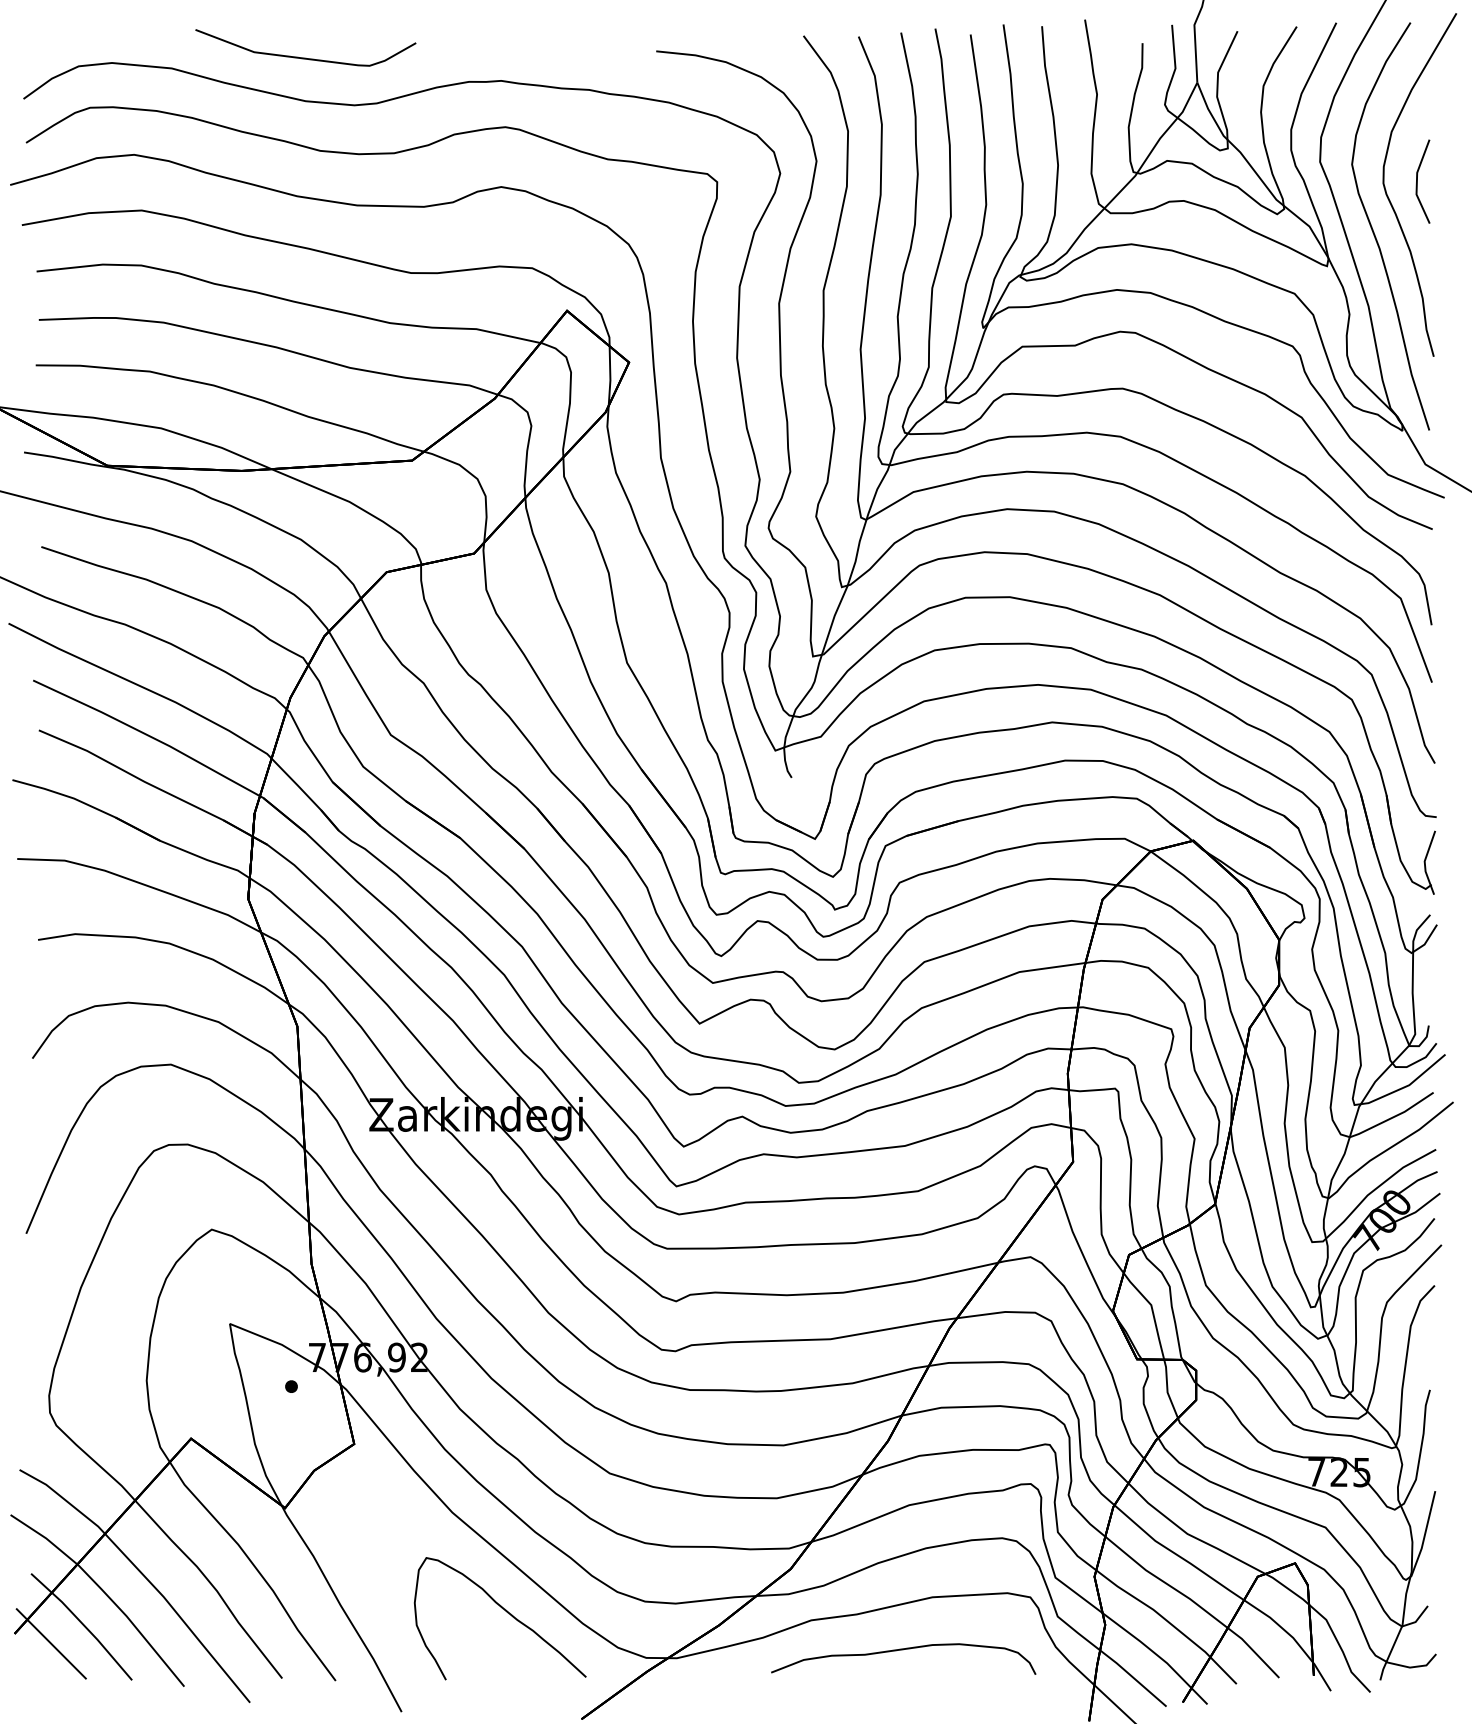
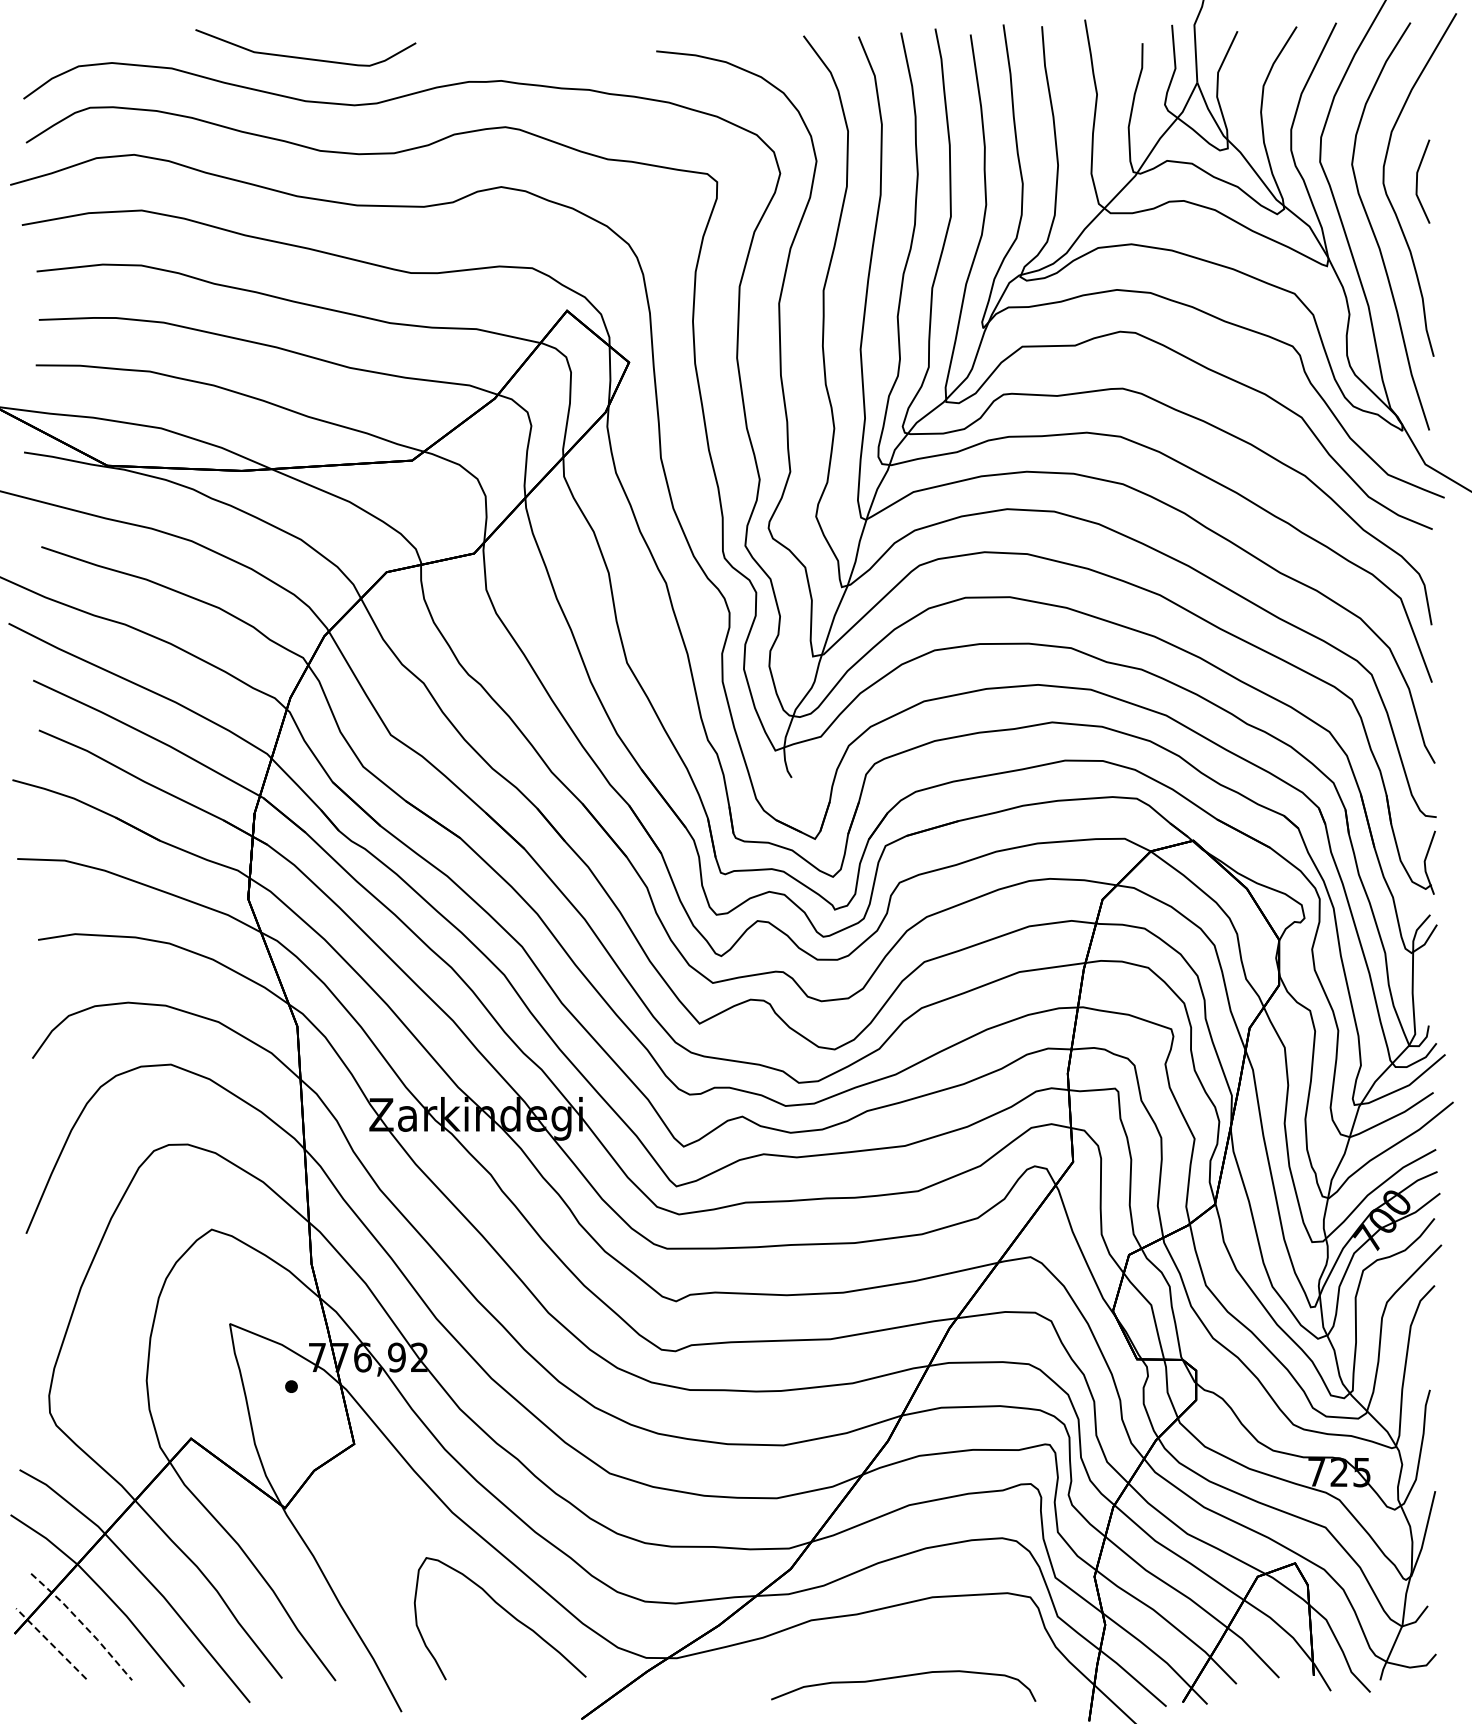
line at (83, 1625): solid -> dashed
line at (51, 1643): solid -> dashed
curve at (903, 1650) position: (903, 1650) -> (903, 1677)
